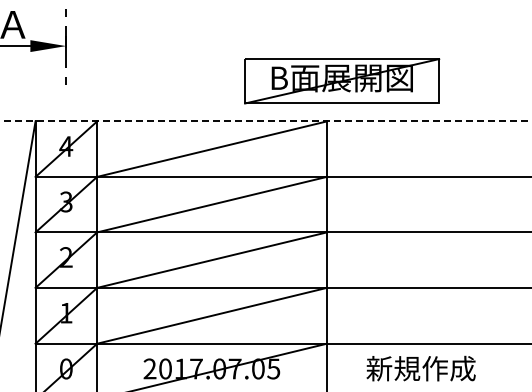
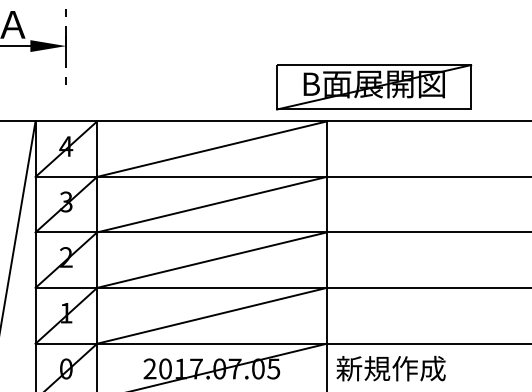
part at (342, 81) position: (342, 81) -> (374, 87)
line at (266, 121): dashed -> solid
text at (420, 368) position: (420, 368) -> (390, 368)
